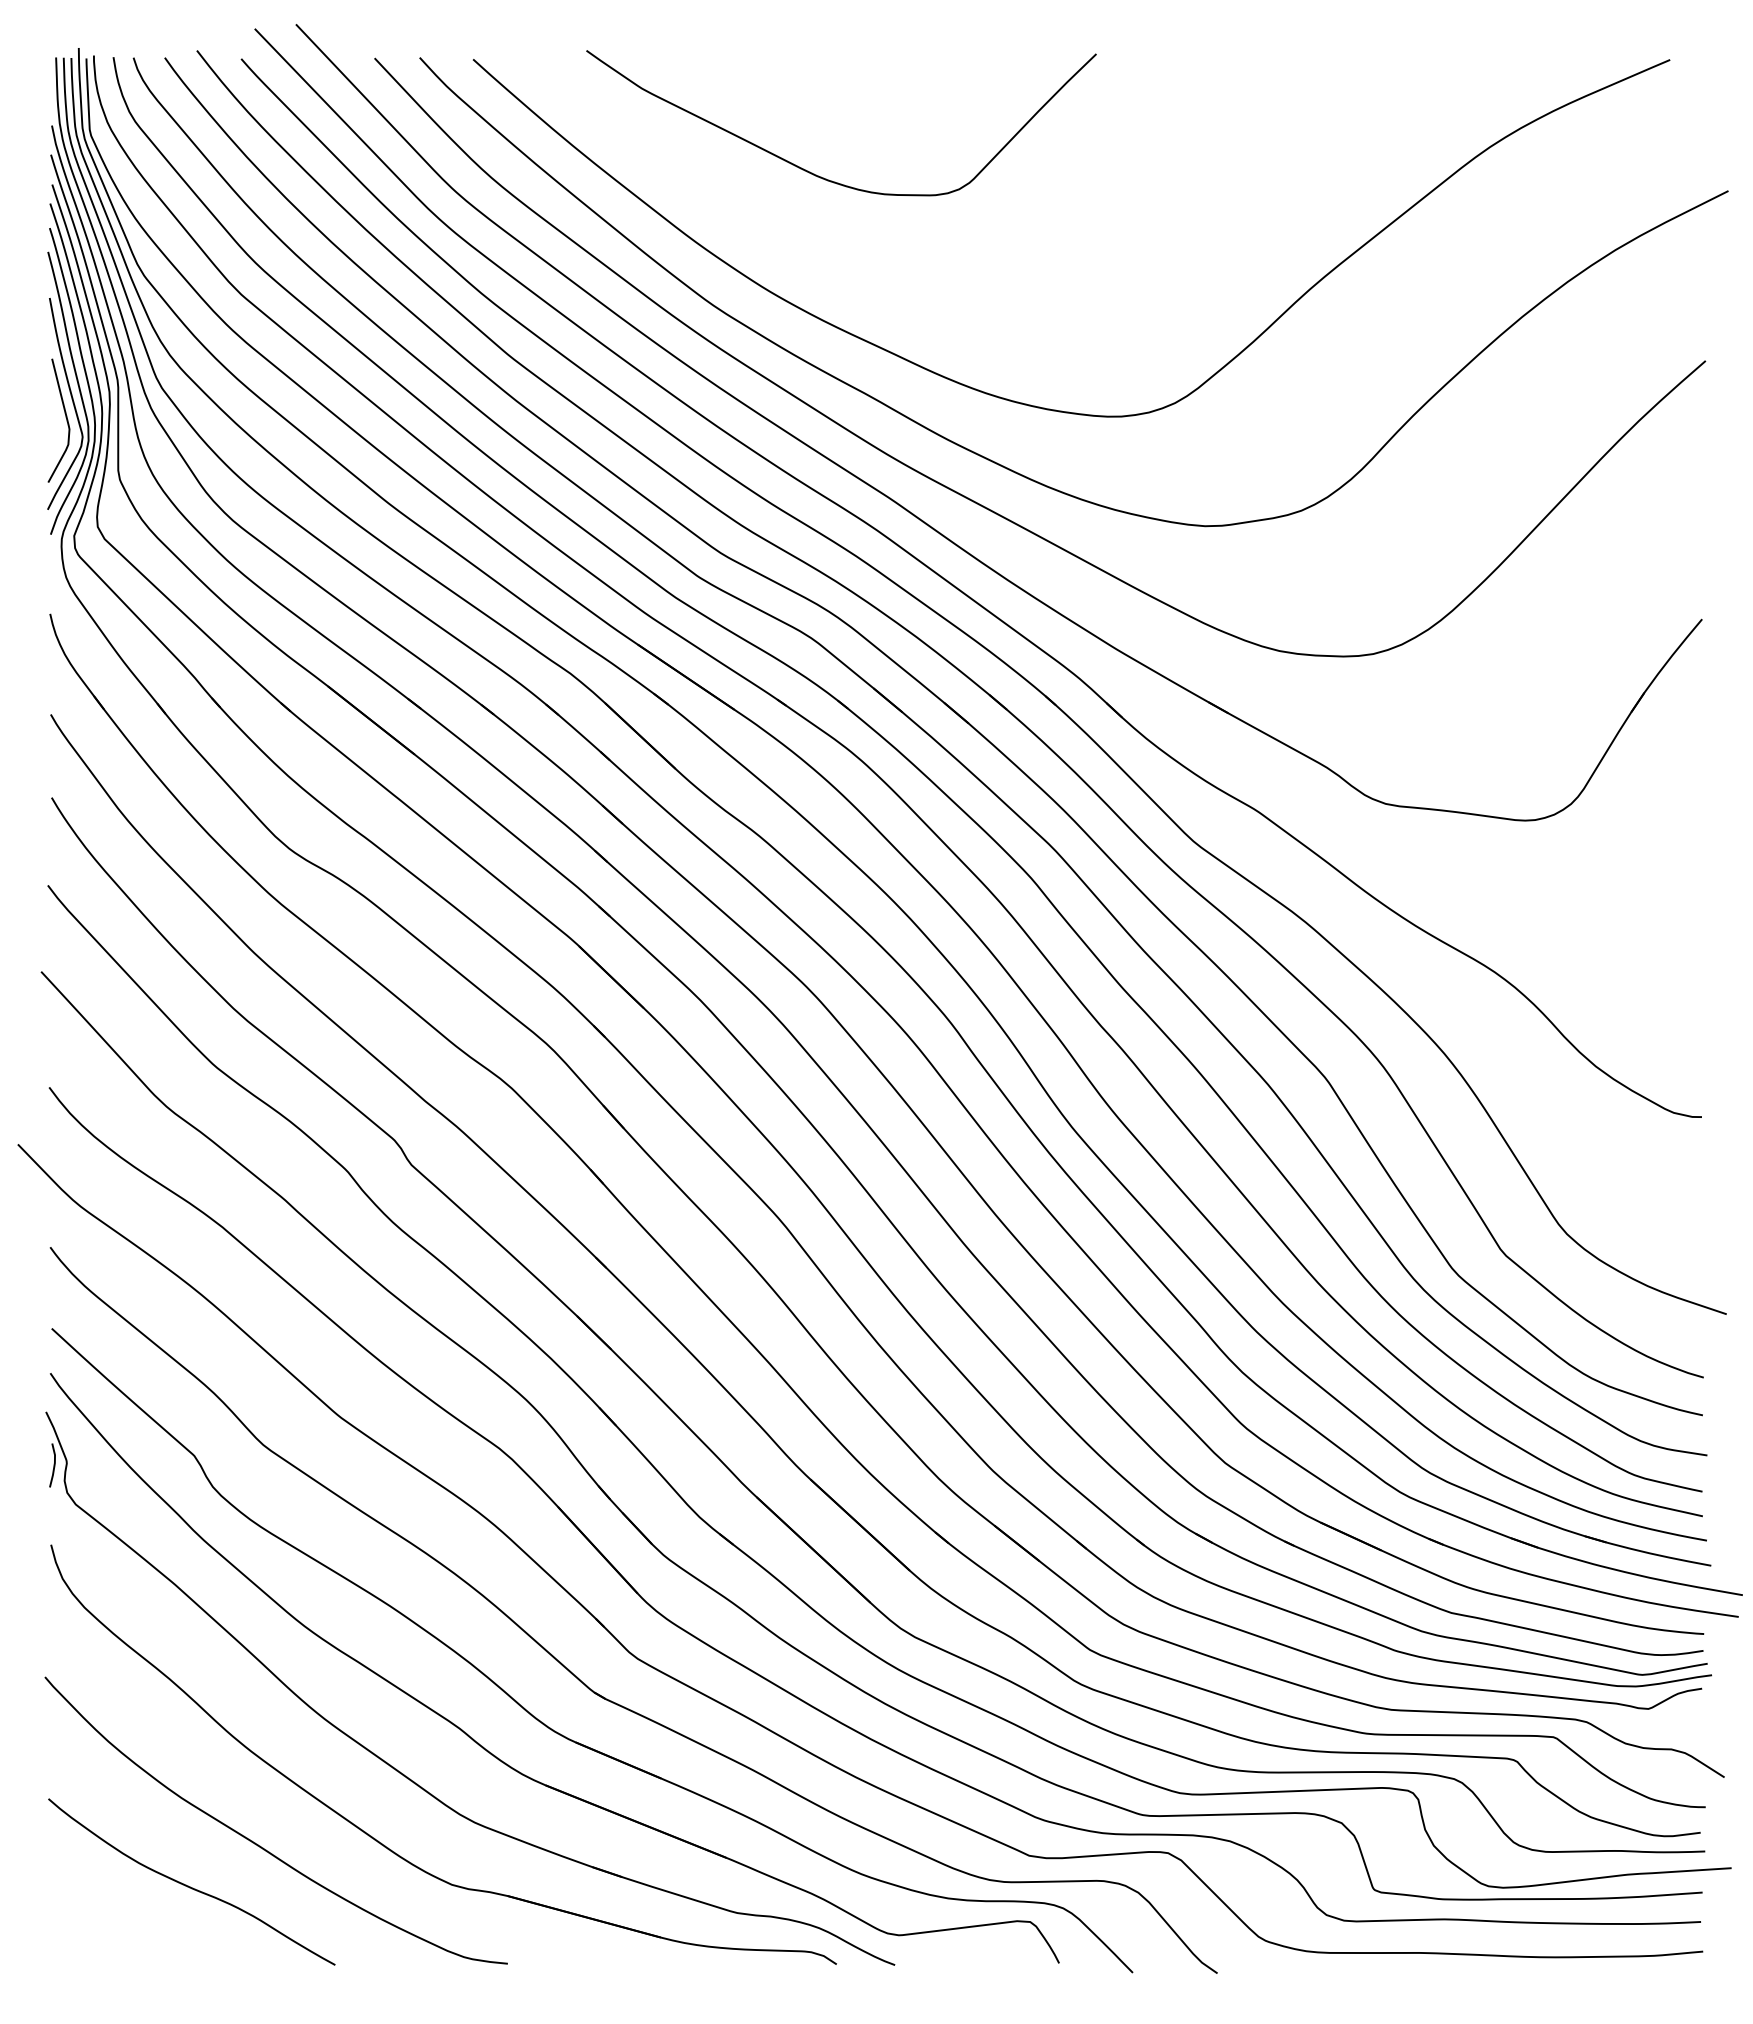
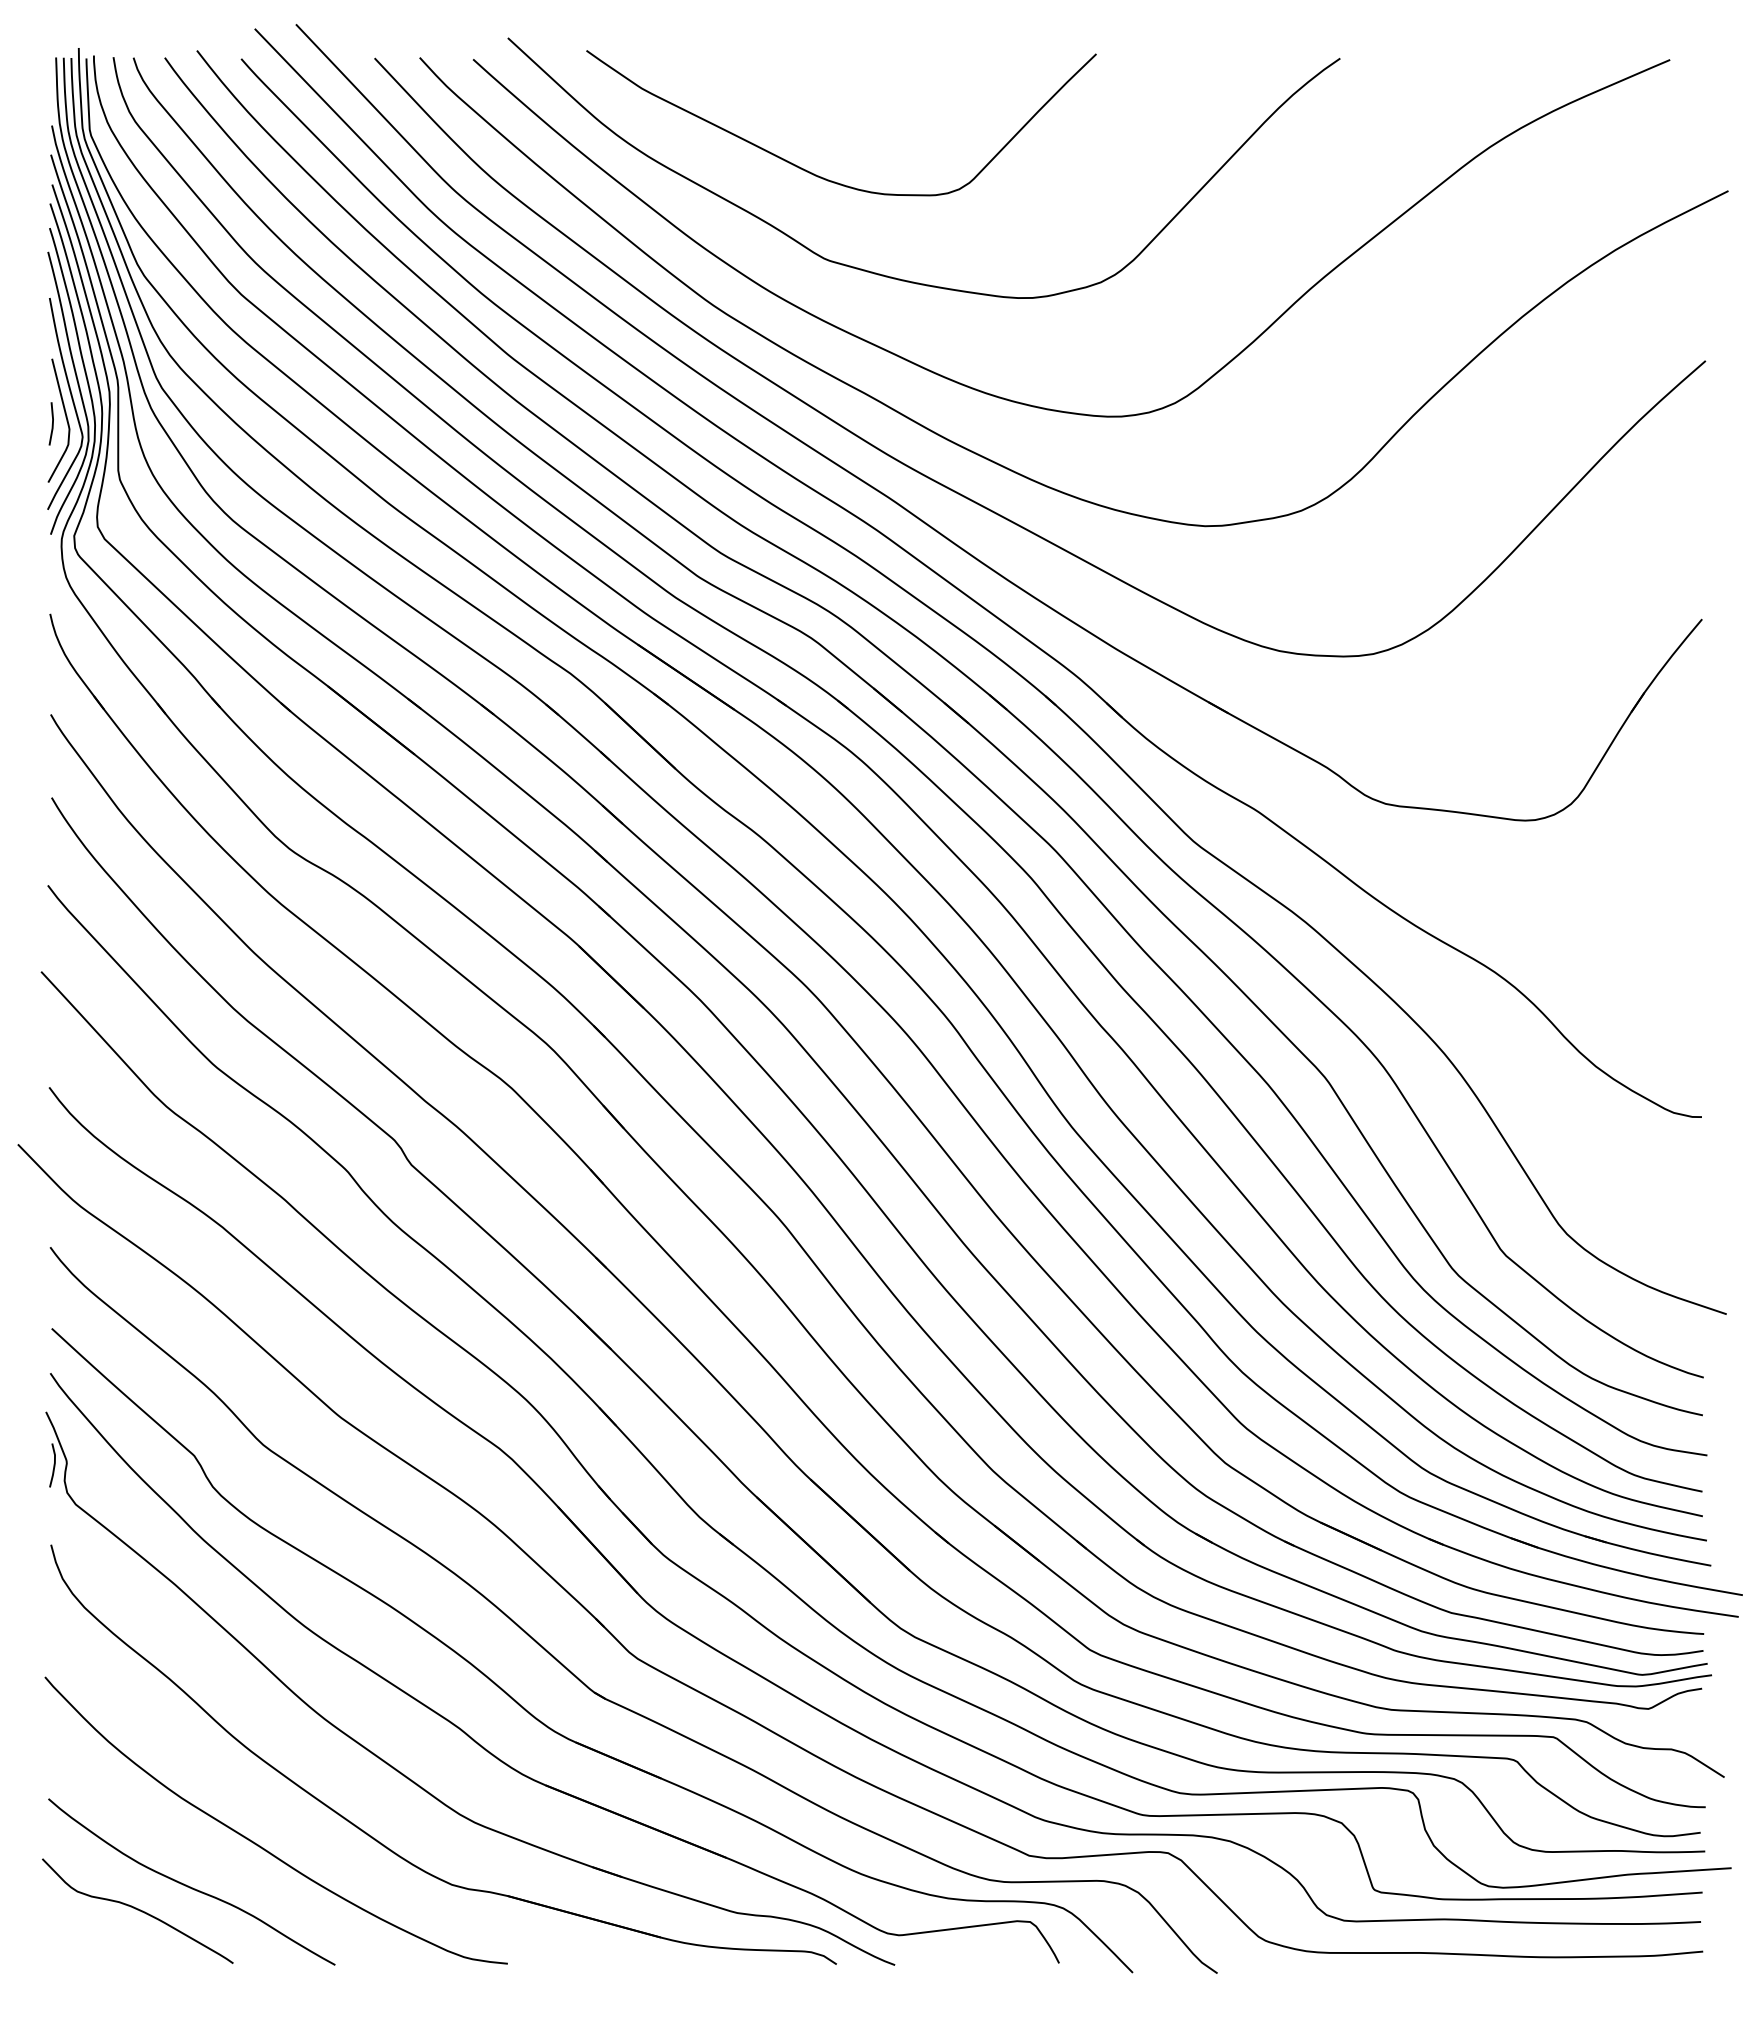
curve at (900, 278): none -> present
line at (51, 424): none -> present
curve at (137, 1910): none -> present
